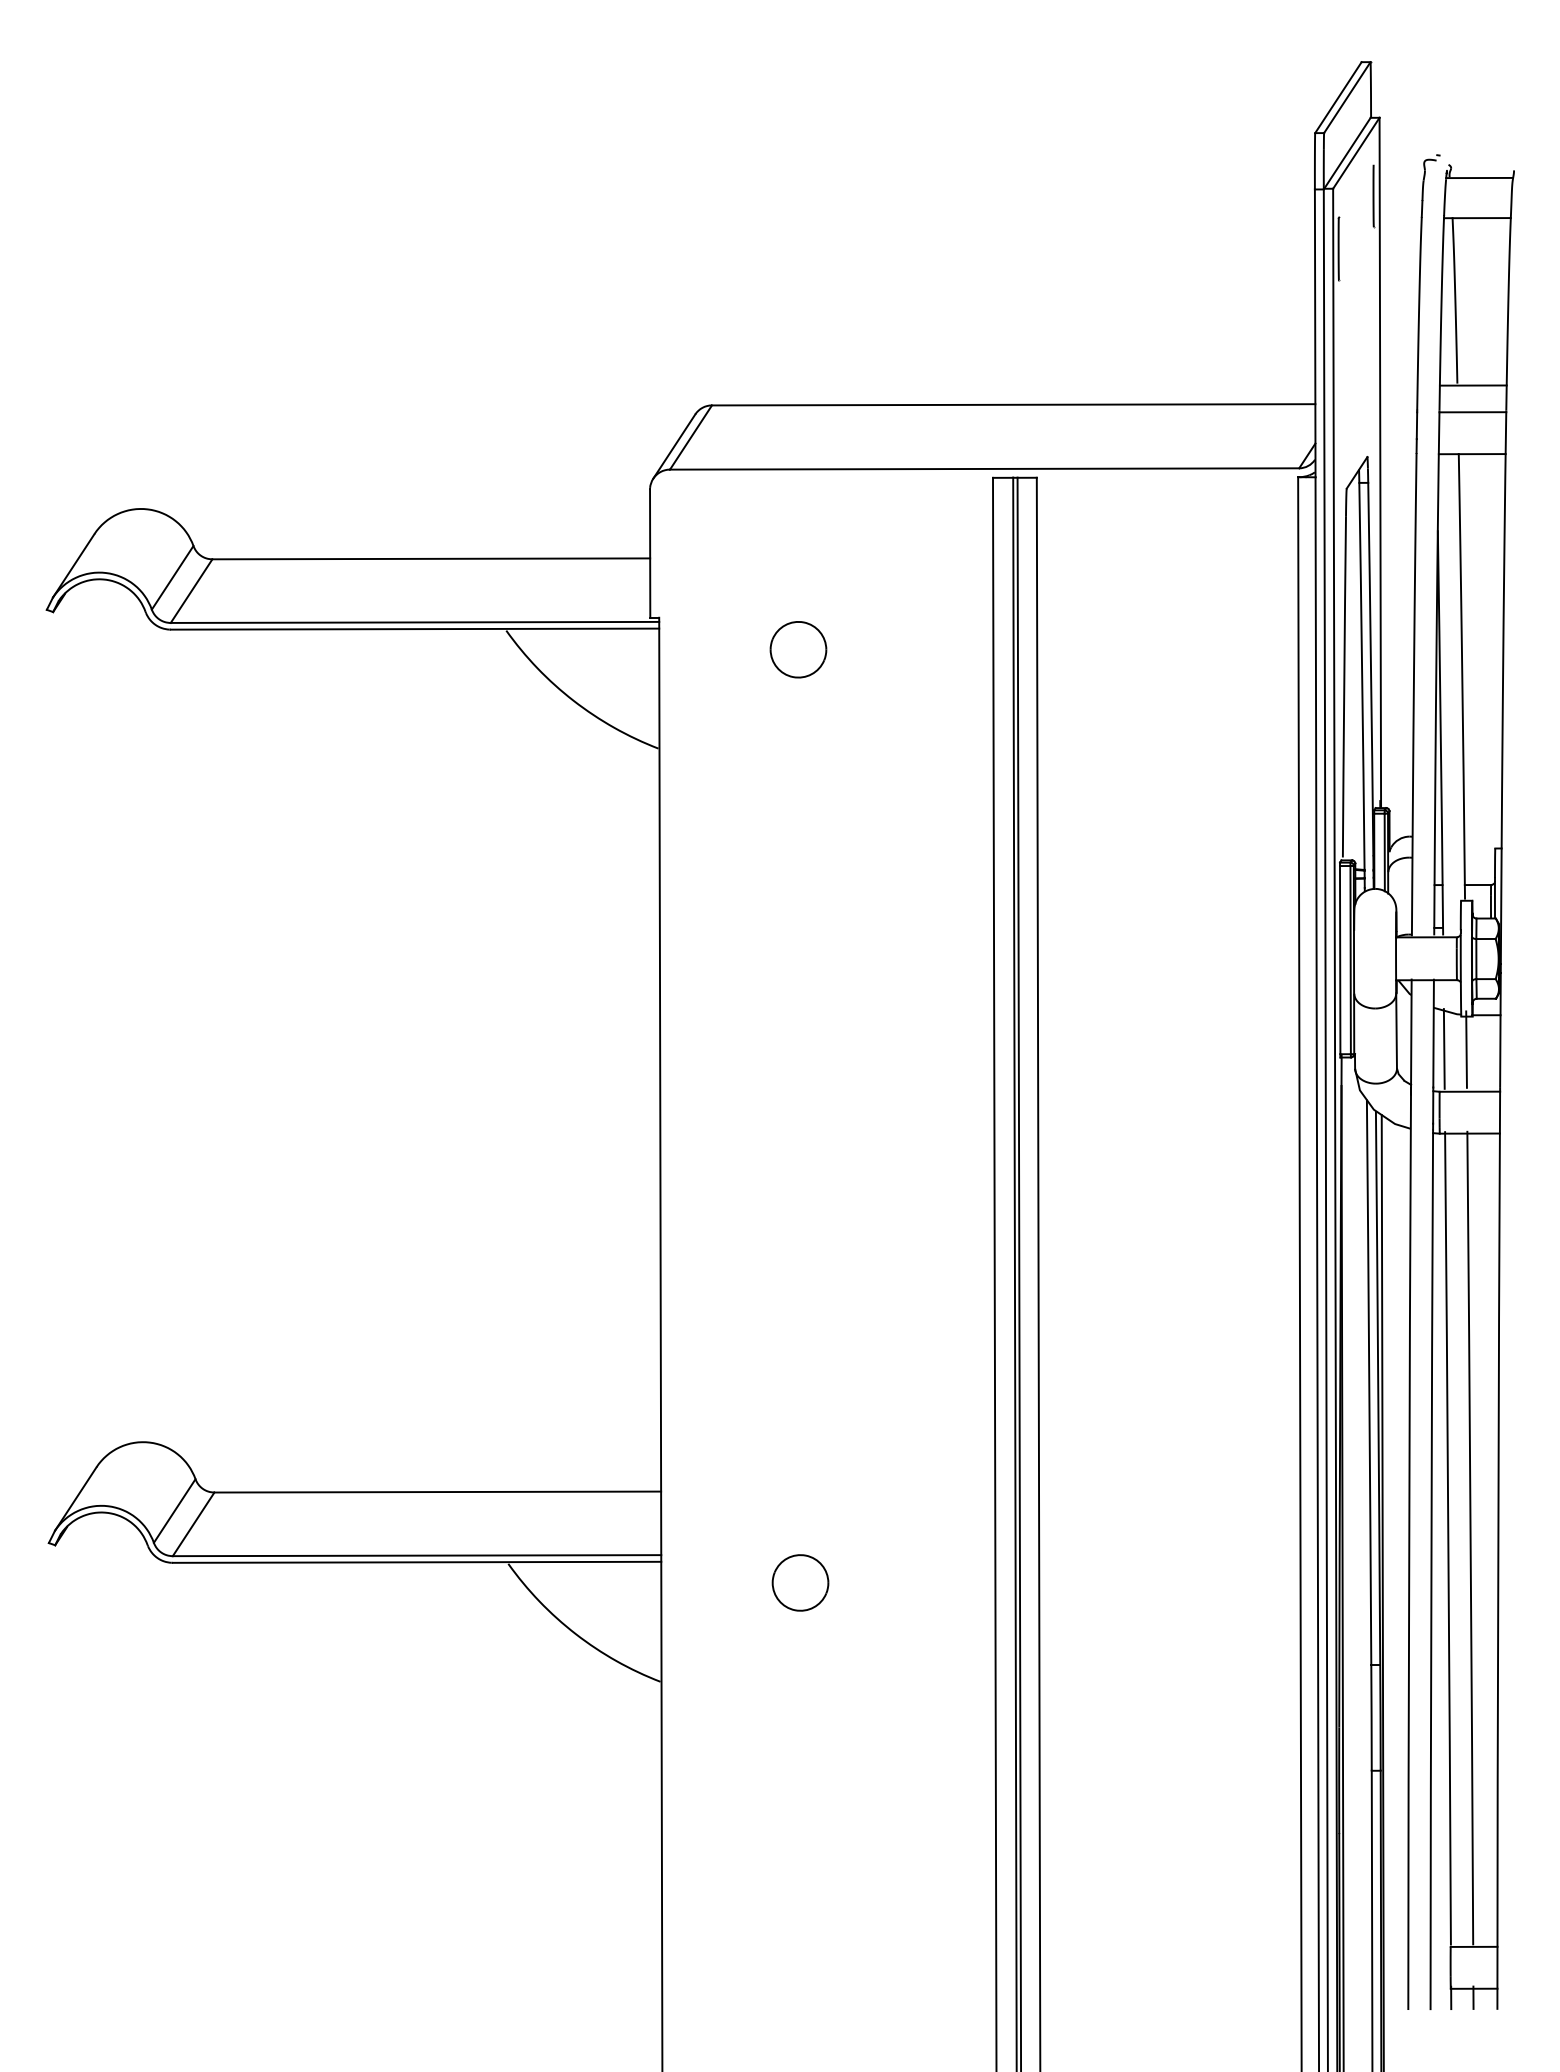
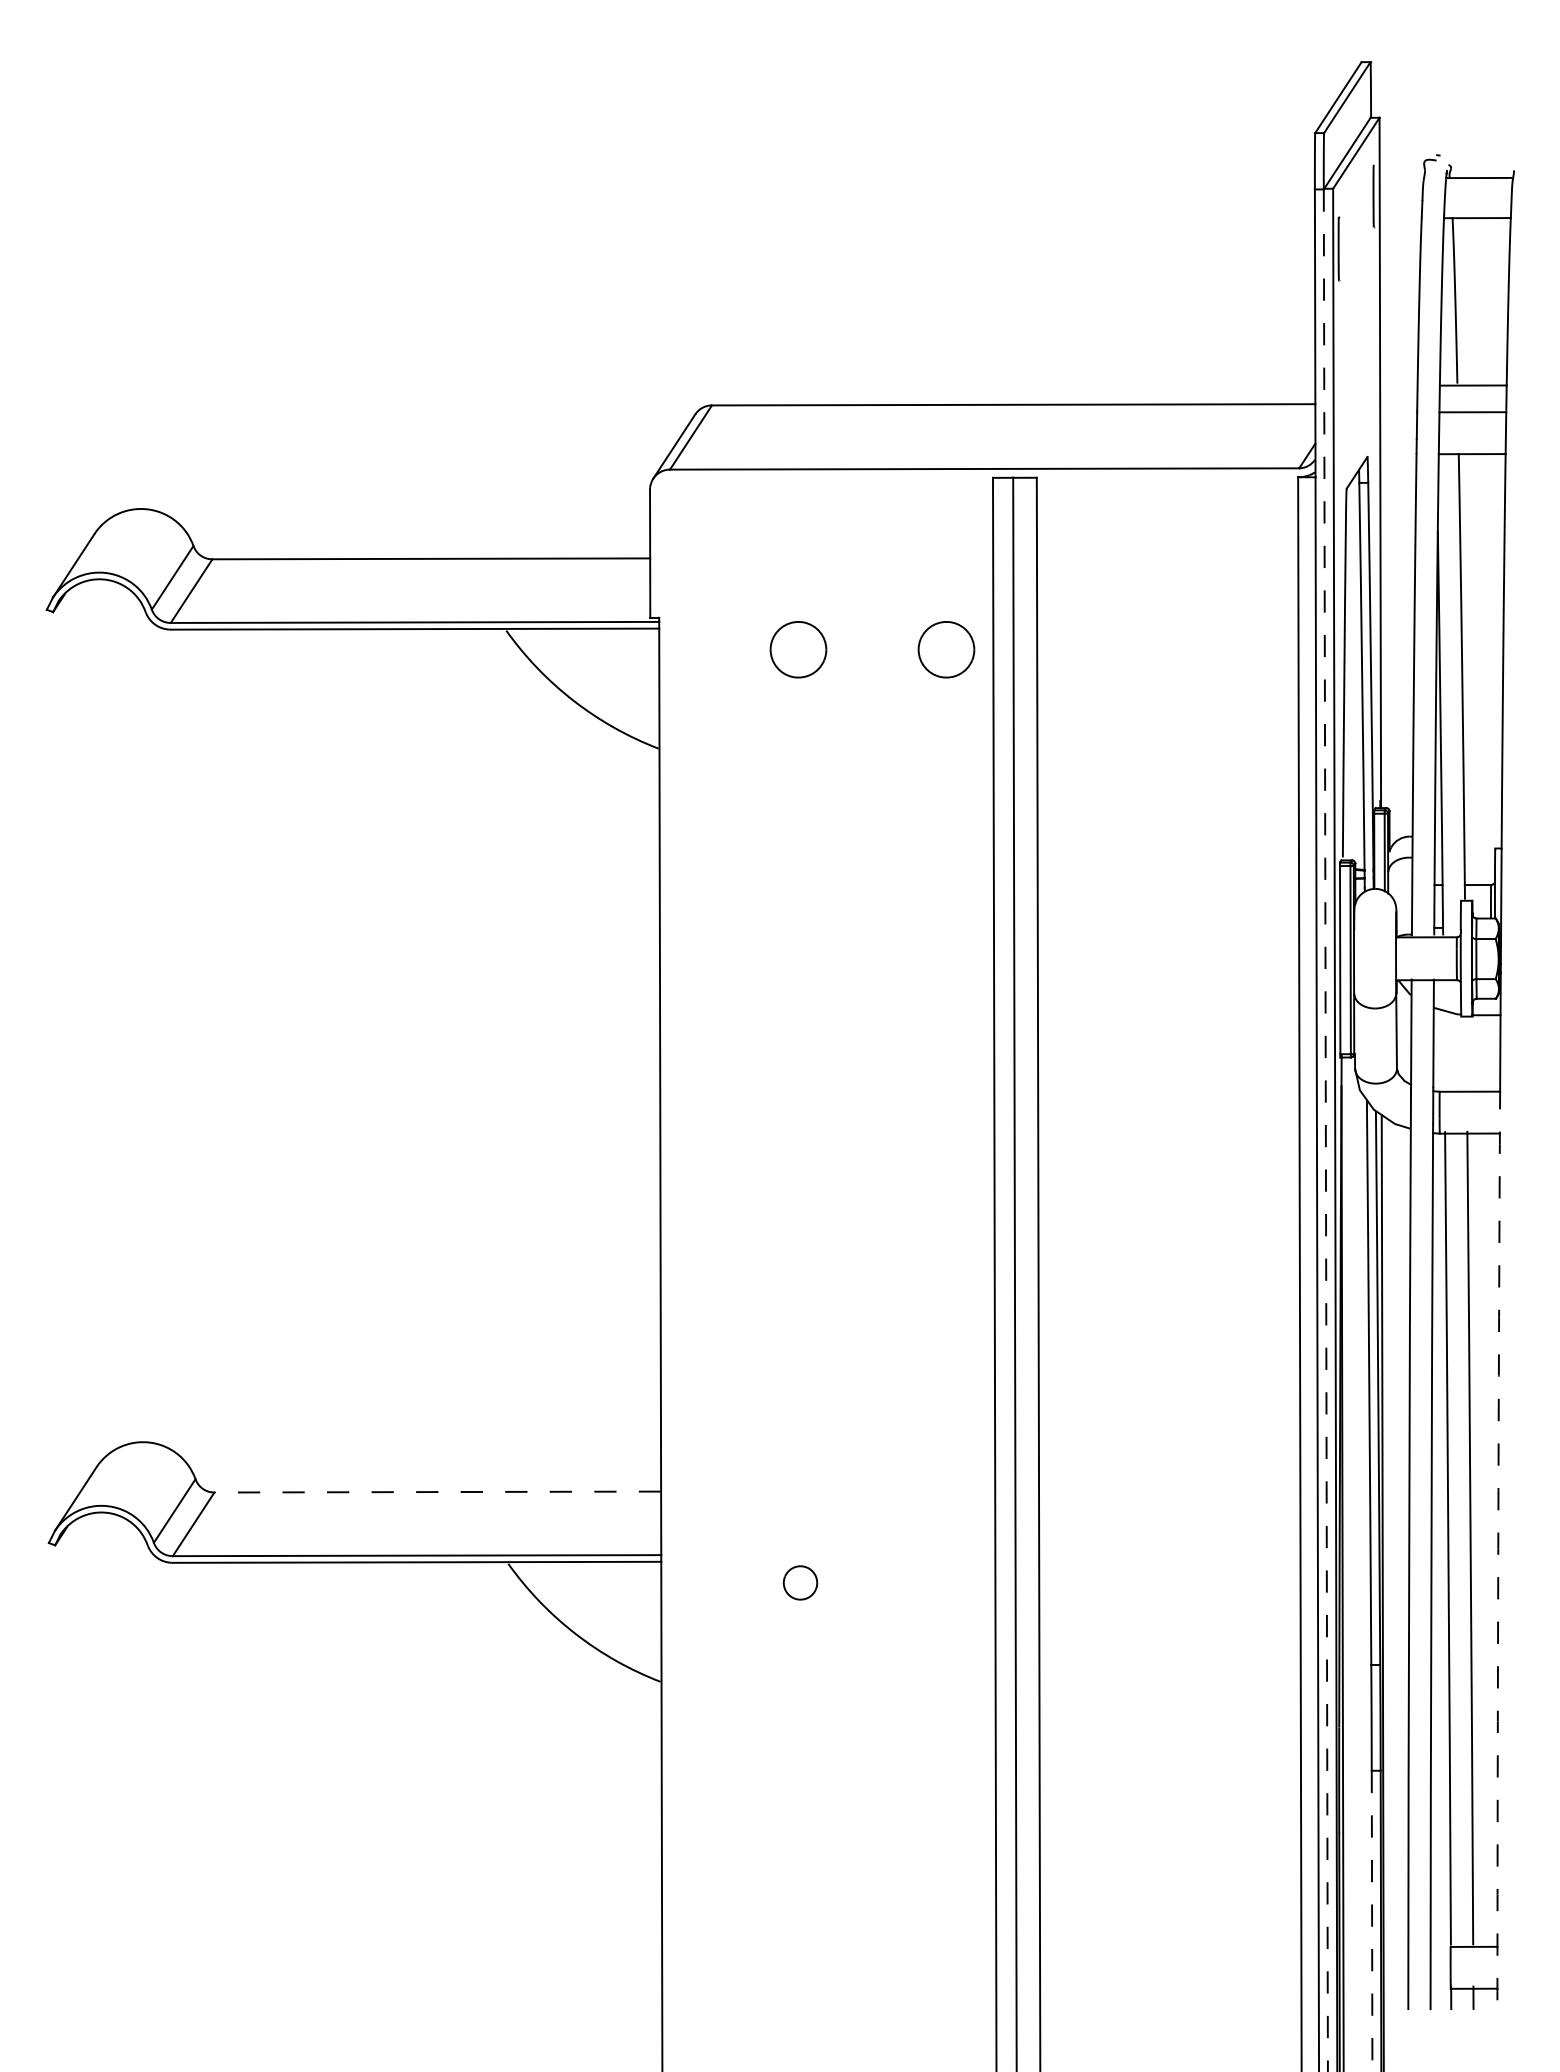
part at (946, 649): none -> present
line at (1443, 1048): present -> none
line at (1466, 1049): present -> none
line at (1325, 1130): solid -> dashed
line at (1019, 1272): present -> none
line at (437, 1492): solid -> dashed
arc at (1498, 1548): solid -> dashed
part at (800, 1582) size: 59x58 px -> 37x36 px
line at (1372, 1921): solid -> dashed
